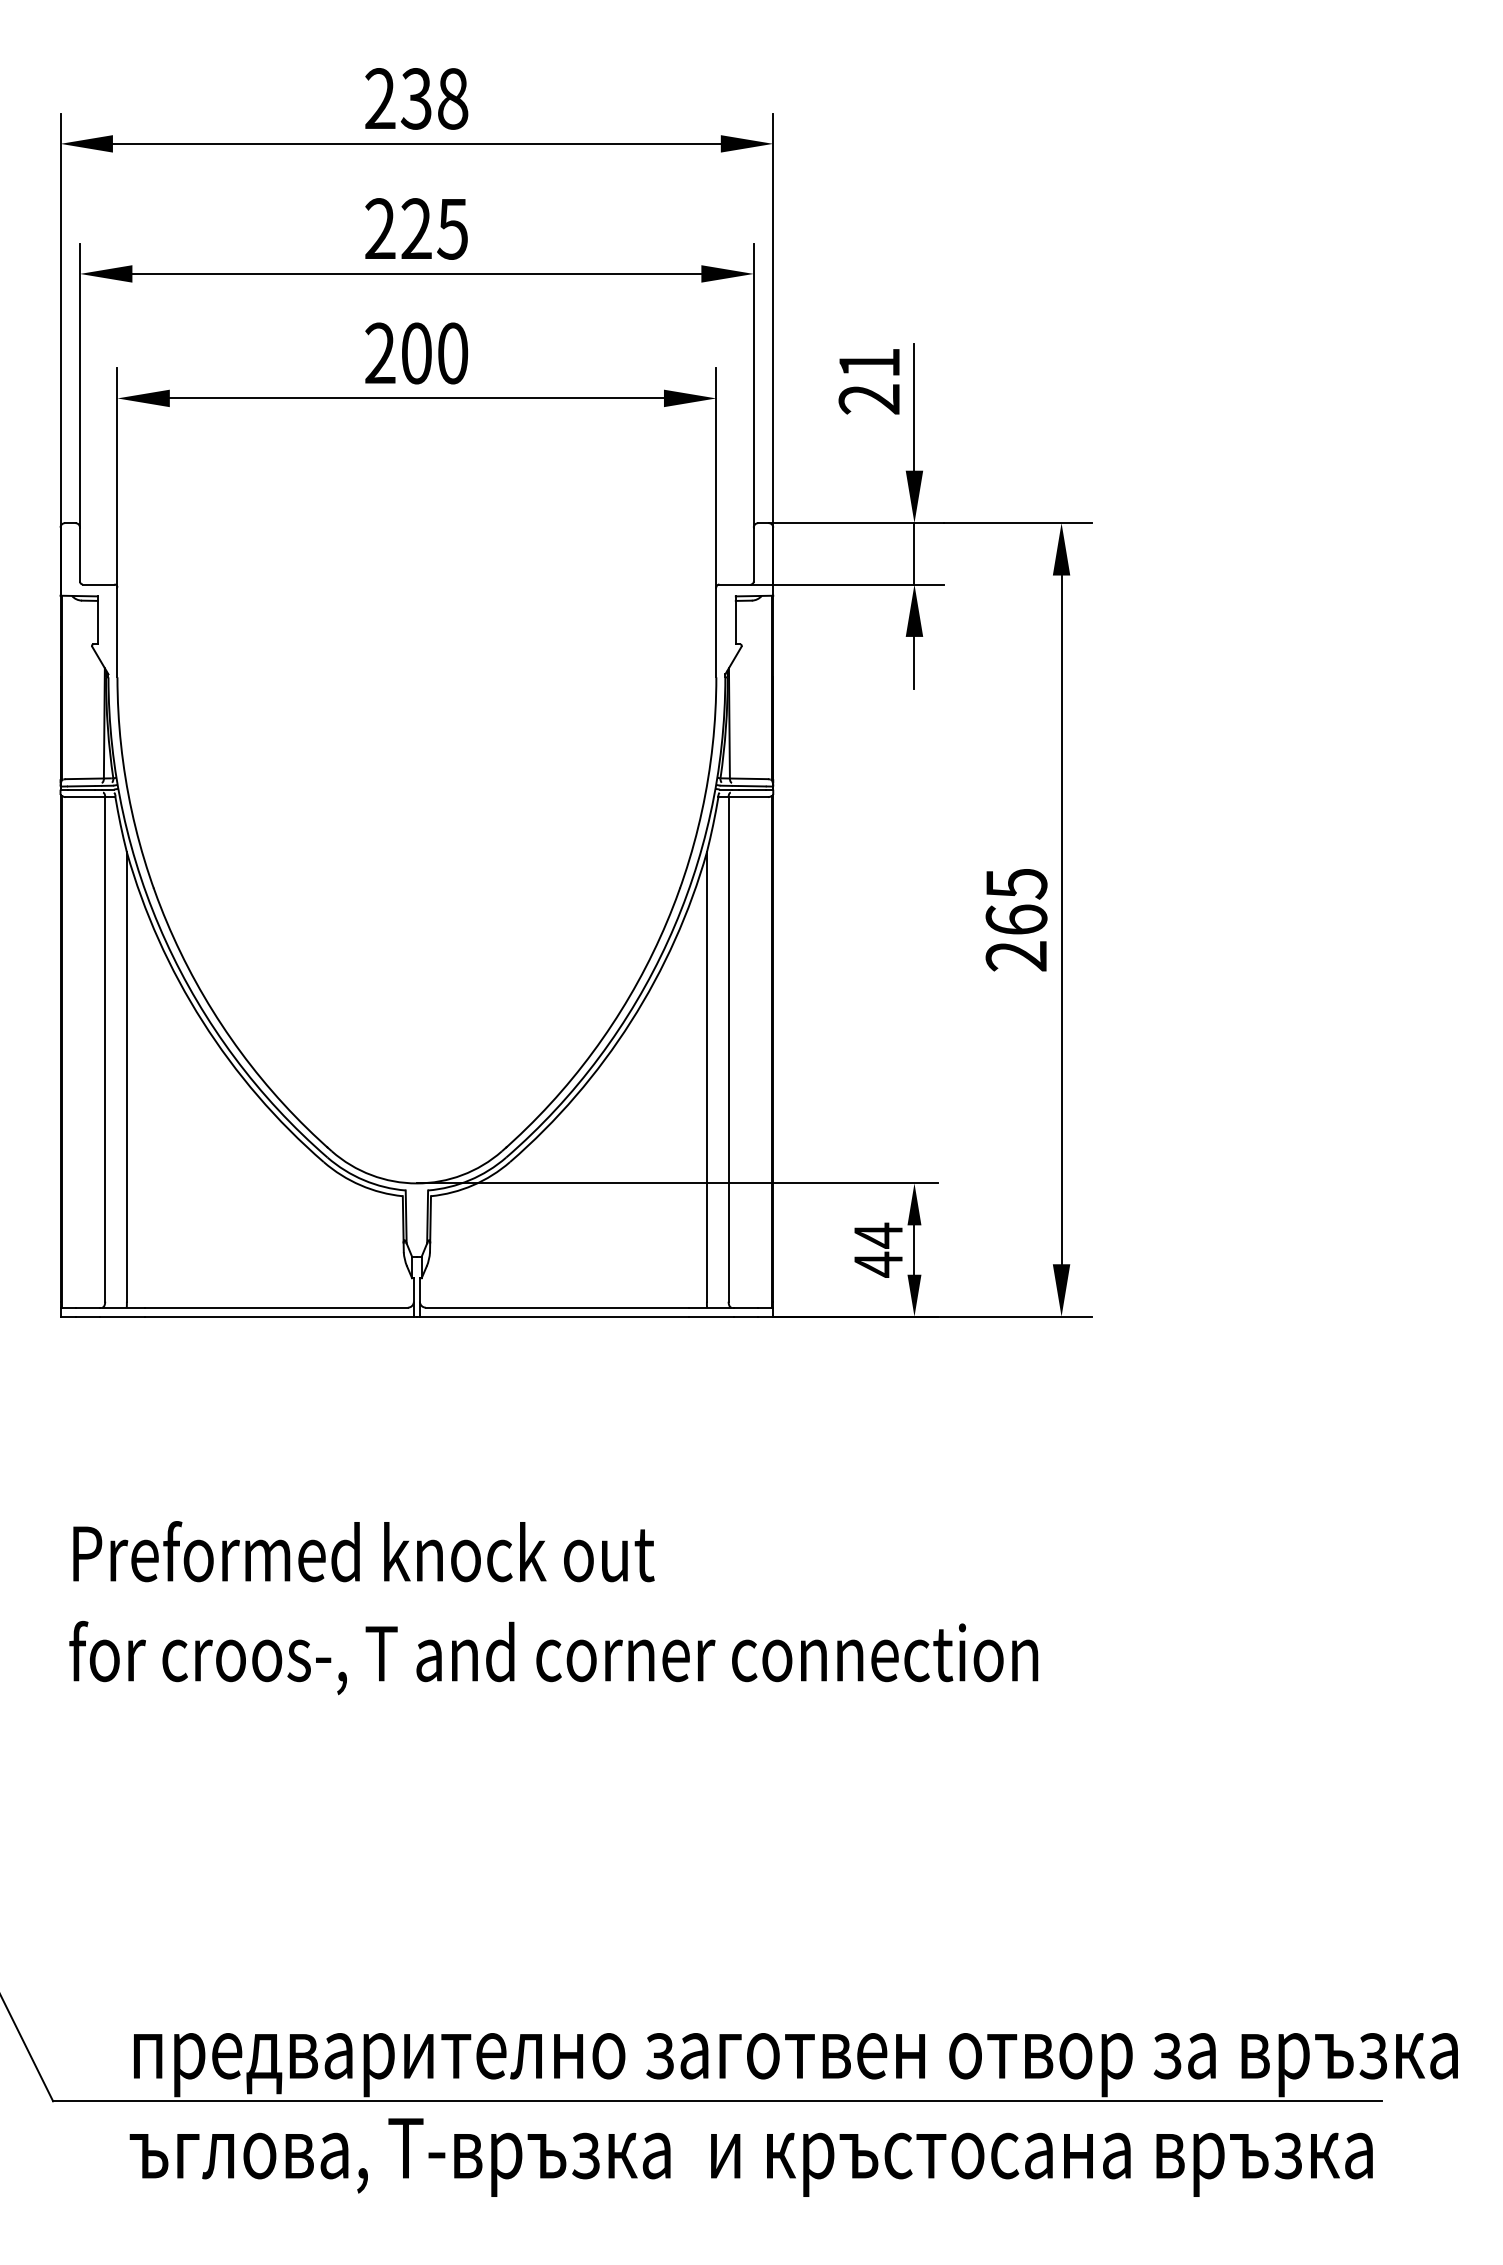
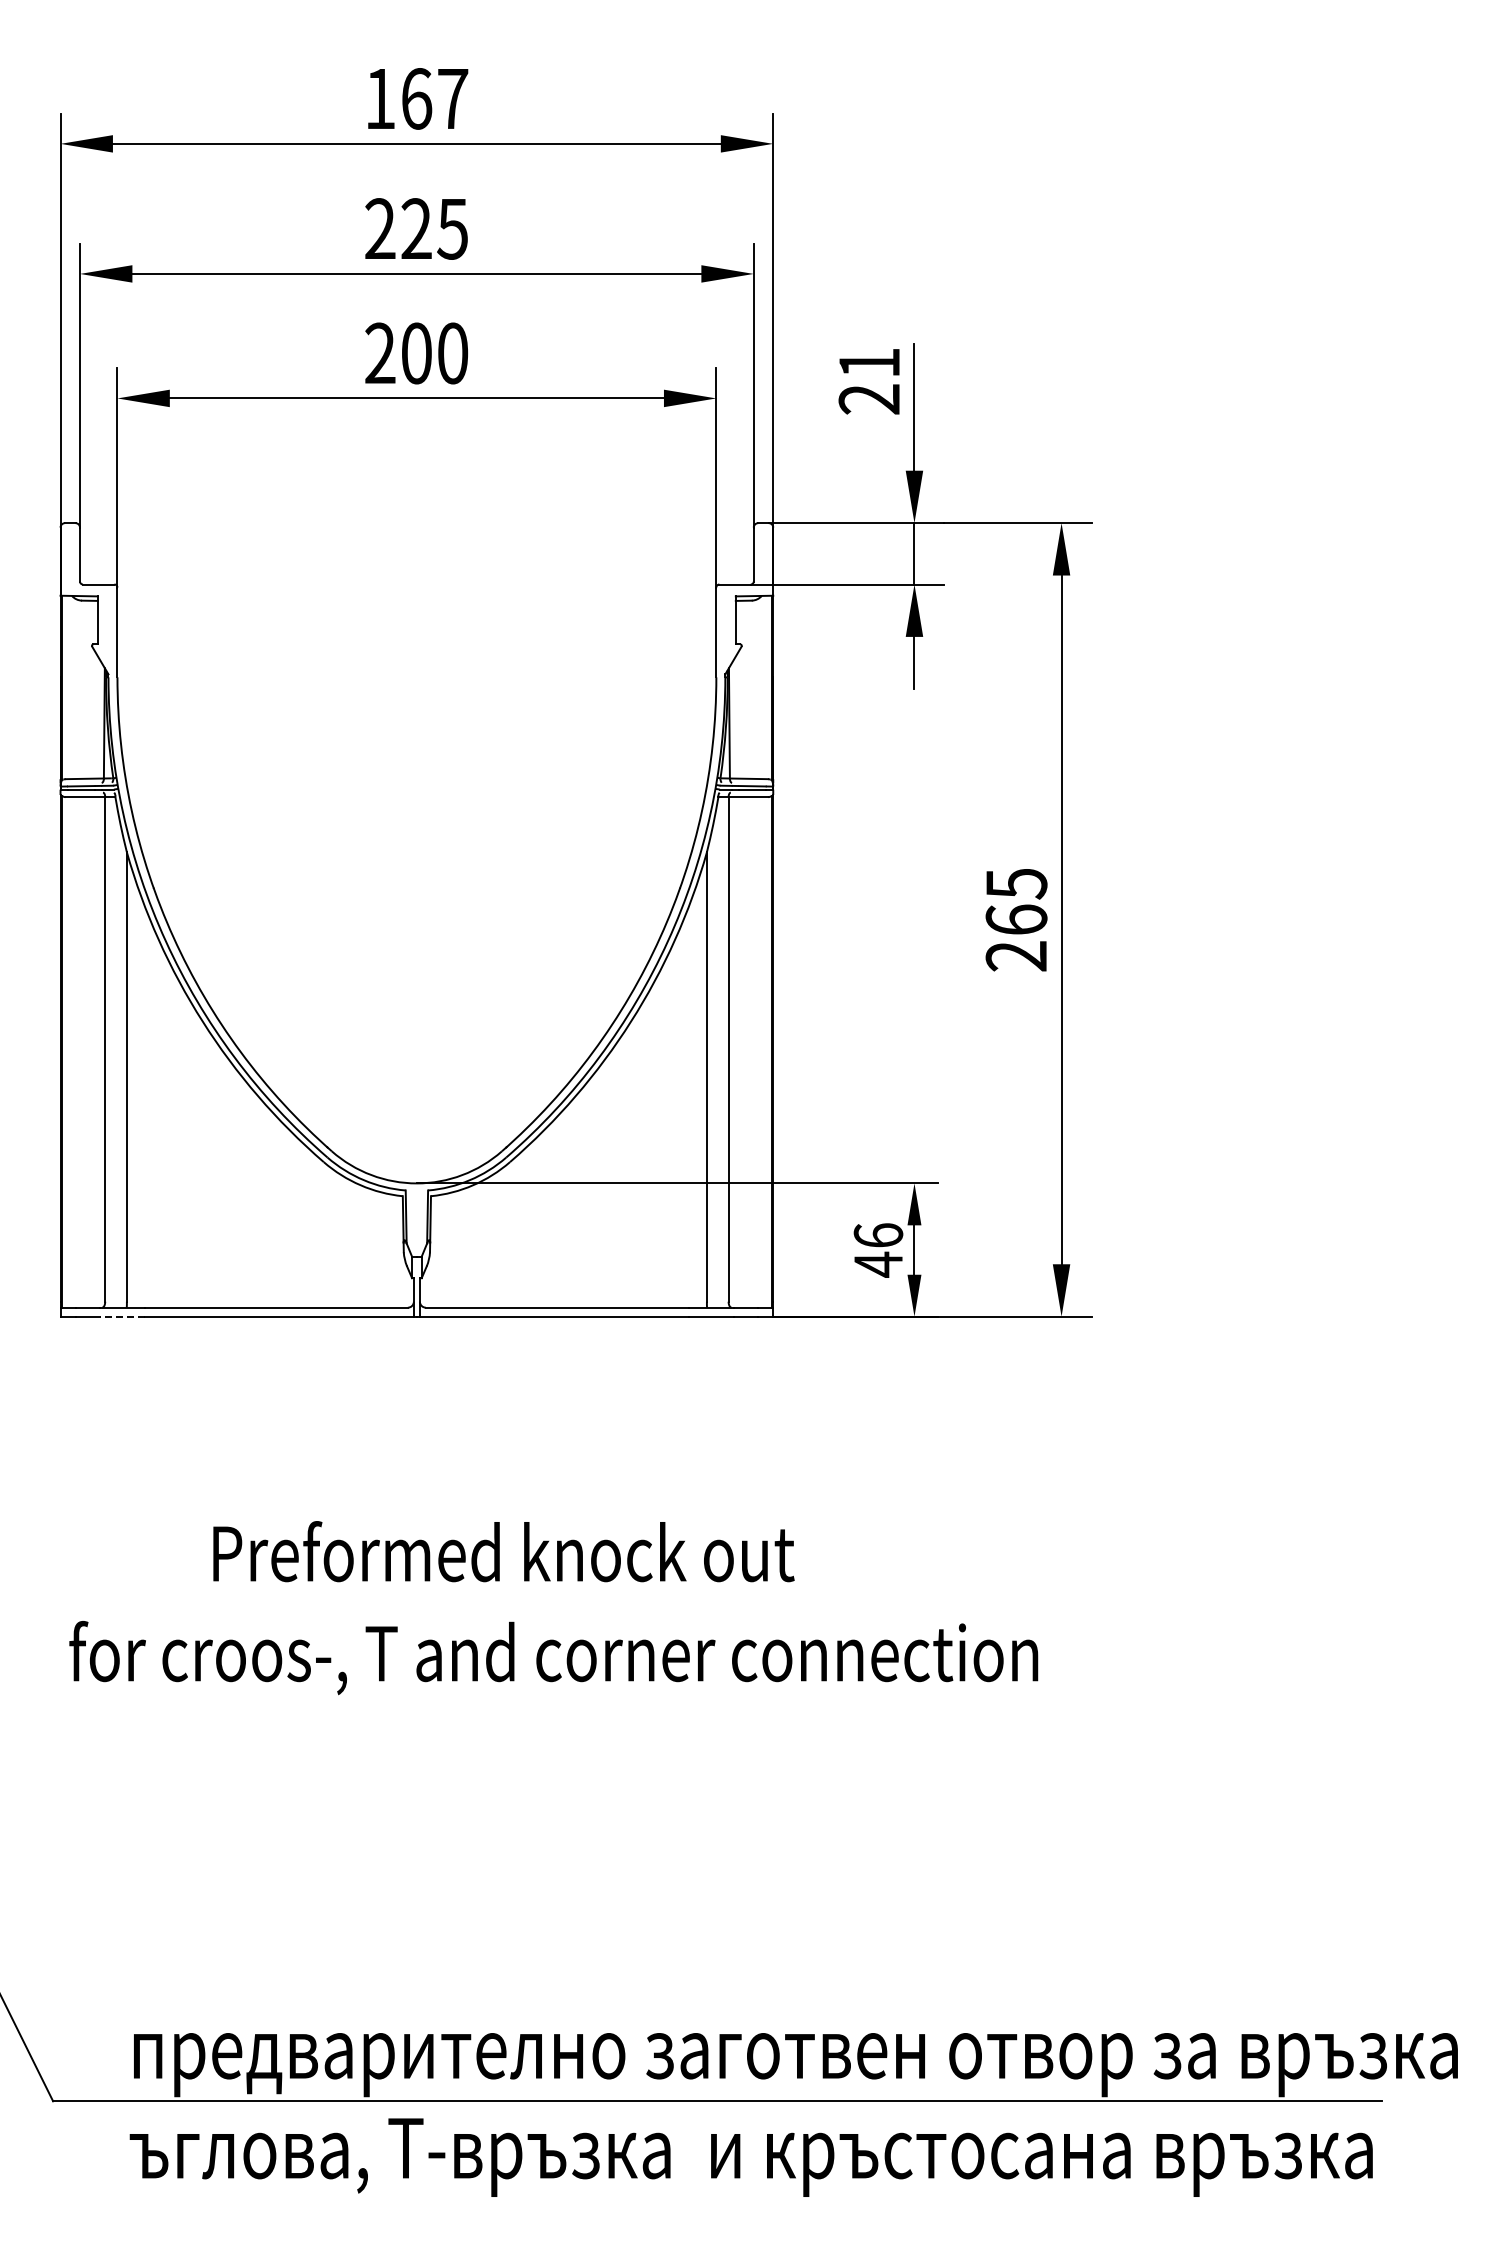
text at (416, 98): 238 -> 167
text at (878, 1235): 44 -> 46
line at (122, 1316): solid -> dashed
text at (363, 1551) position: (363, 1551) -> (503, 1551)
